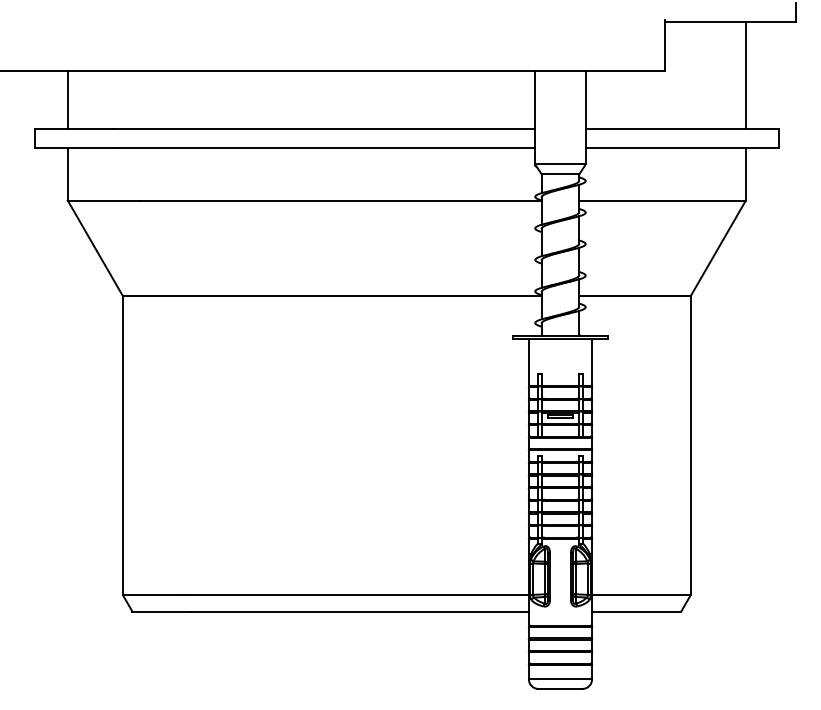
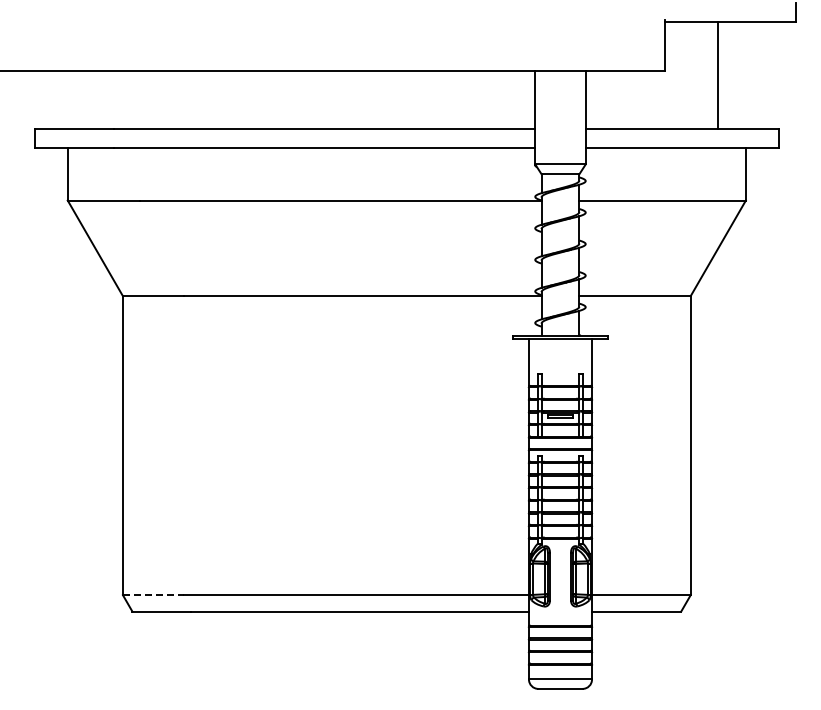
line at (745, 75) position: (745, 75) -> (717, 75)
line at (67, 99): present -> none
line at (153, 595): solid -> dashed
